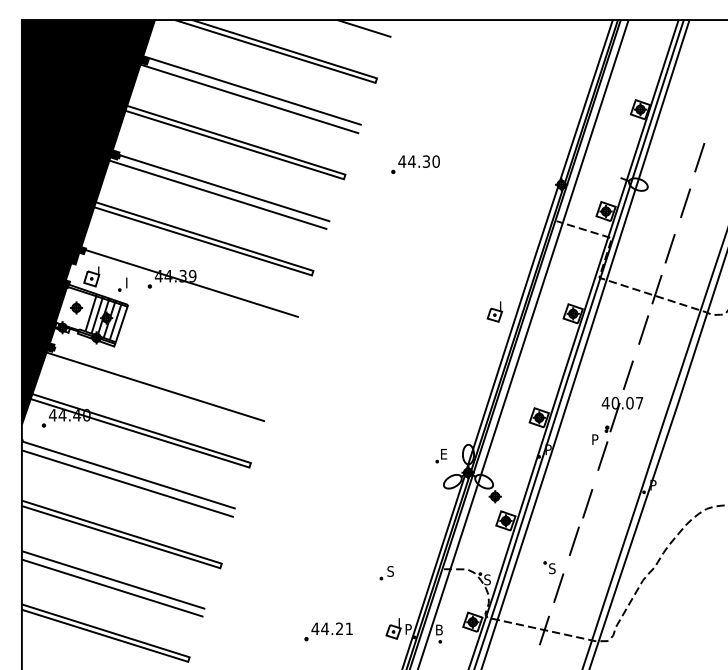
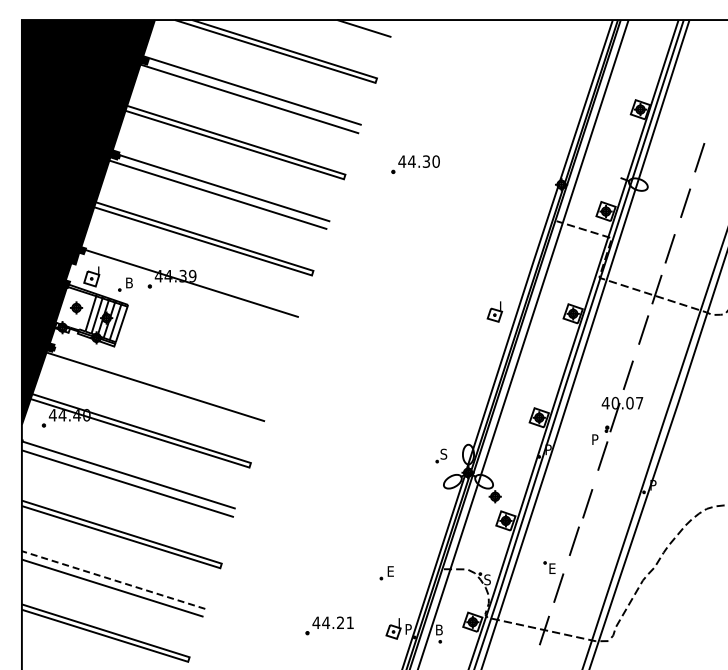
text at (129, 282): I -> B
text at (443, 453): E -> S
text at (552, 568): S -> E
text at (390, 571): S -> E
line at (113, 579): solid -> dashed
part at (328, 631) position: (328, 631) -> (329, 625)
